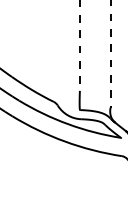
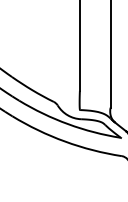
line at (79, 45): dashed -> solid
line at (110, 54): dashed -> solid
